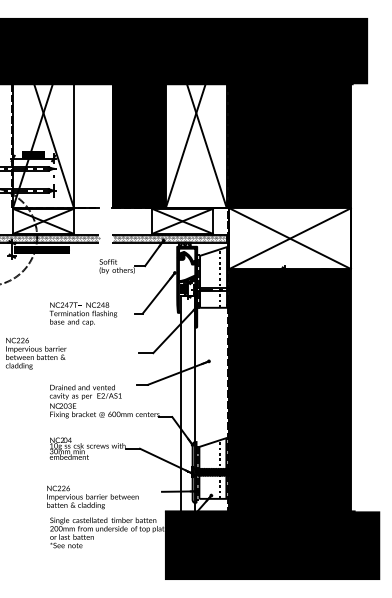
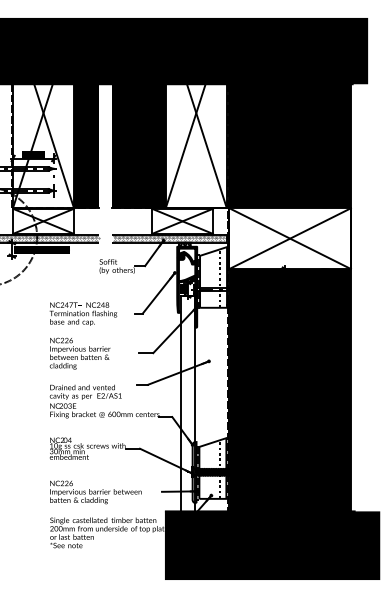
fill at (85, 145): none -> present
text at (35, 353) position: (35, 353) -> (79, 353)
text at (92, 497) position: (92, 497) -> (95, 492)
